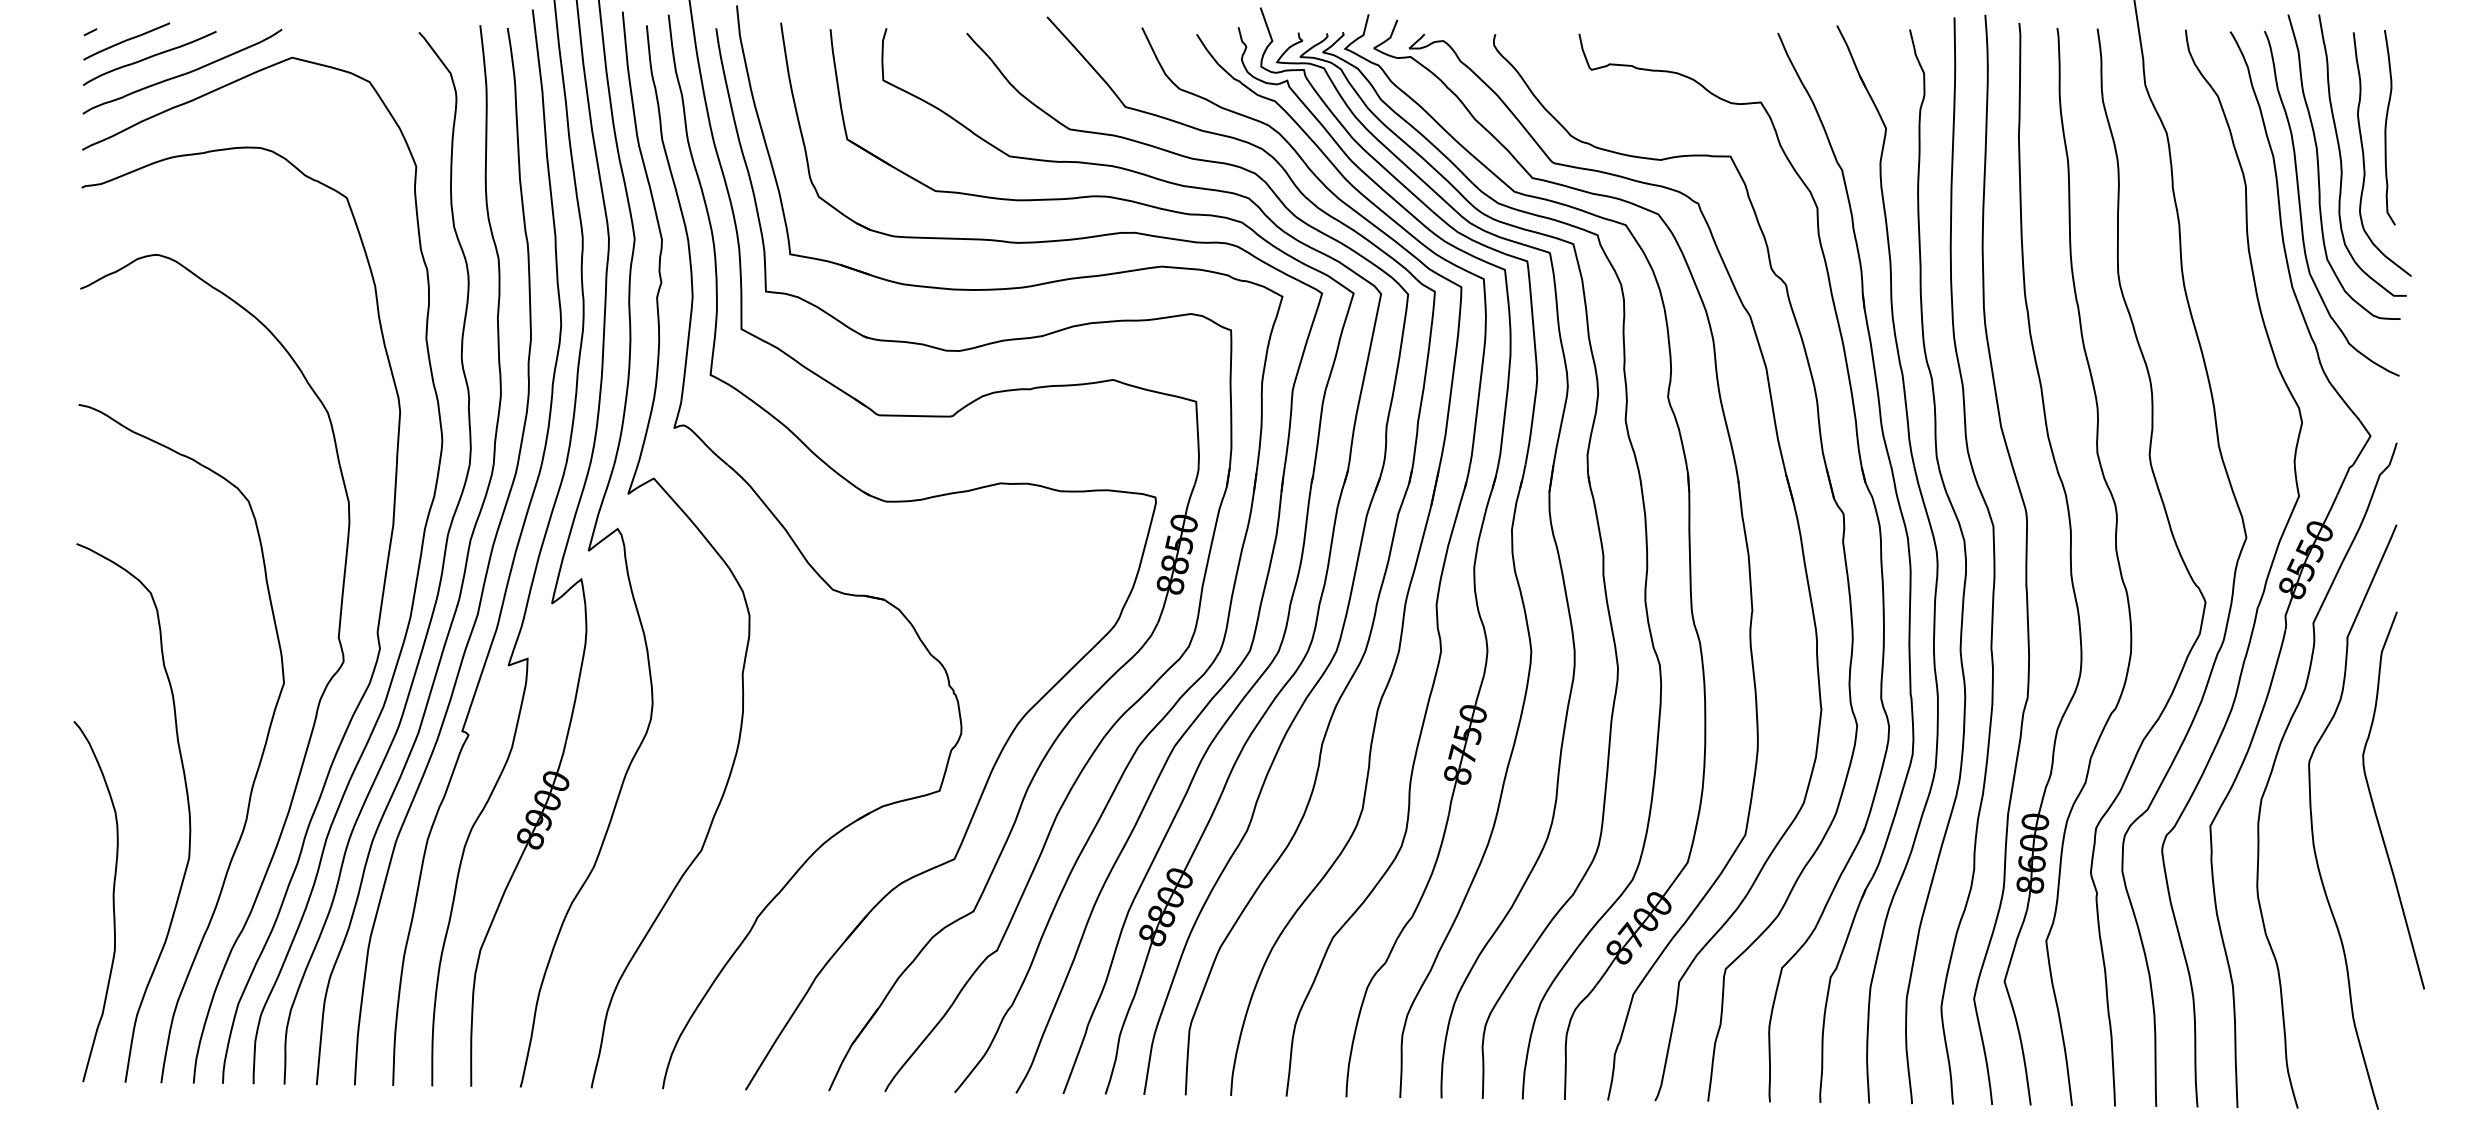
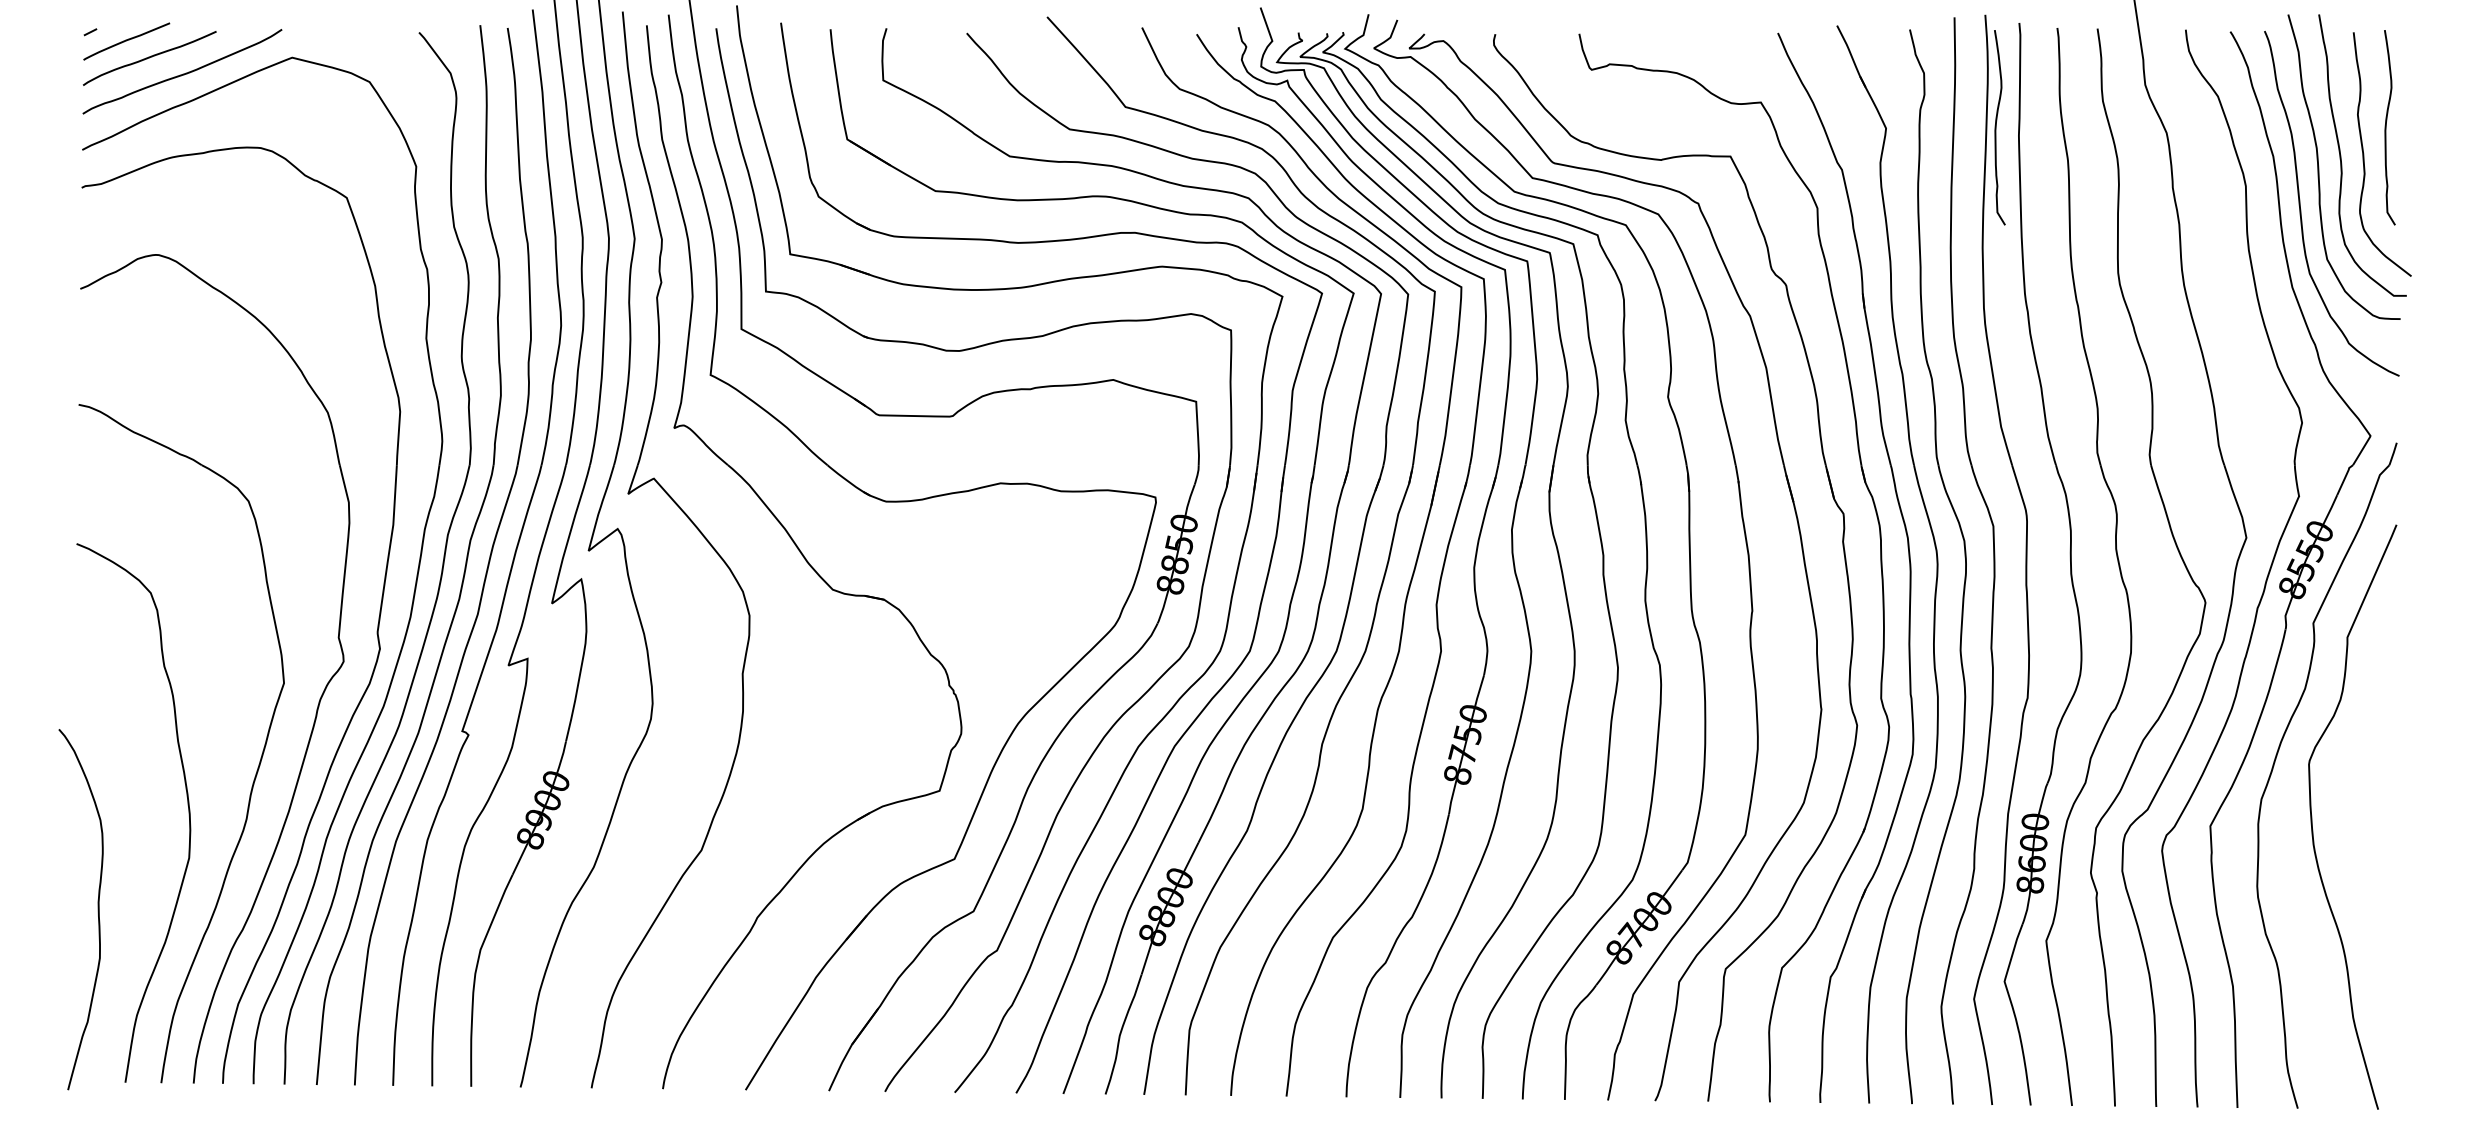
curve at (1996, 127): none -> present
curve at (2374, 805): present -> none
curve at (112, 901) position: (112, 901) -> (97, 909)
